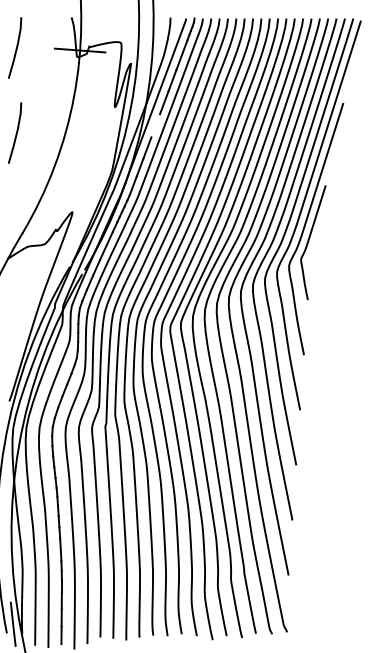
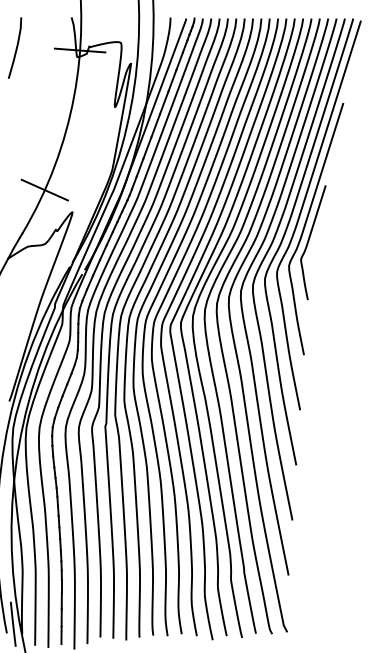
line at (155, 125): none -> present
line at (16, 132): present -> none
line at (44, 189): none -> present
